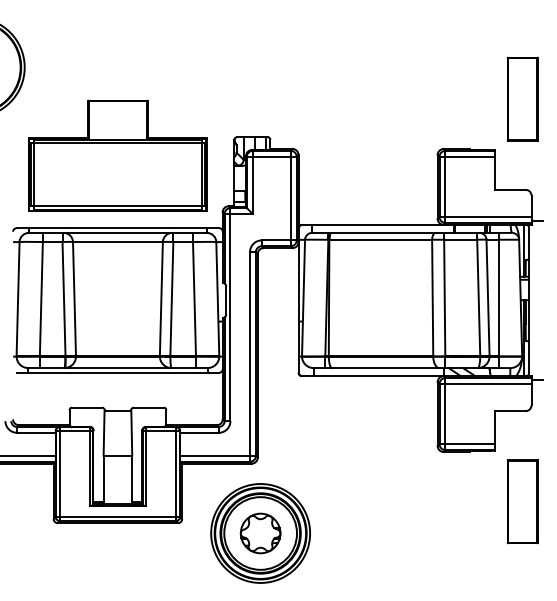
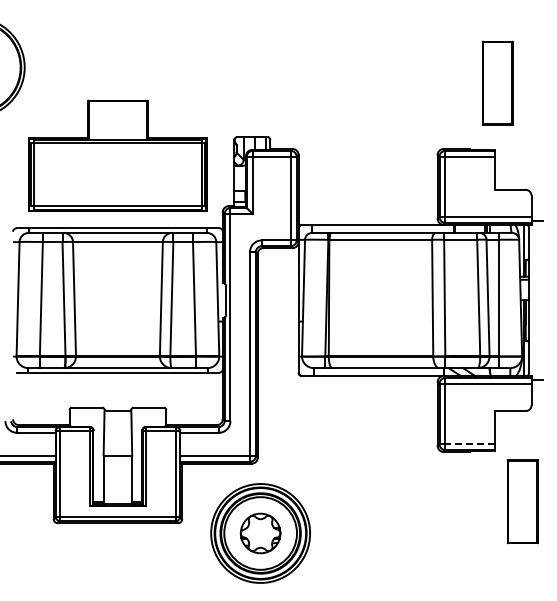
part at (522, 98) position: (522, 98) -> (497, 82)
line at (469, 444): solid -> dashed
